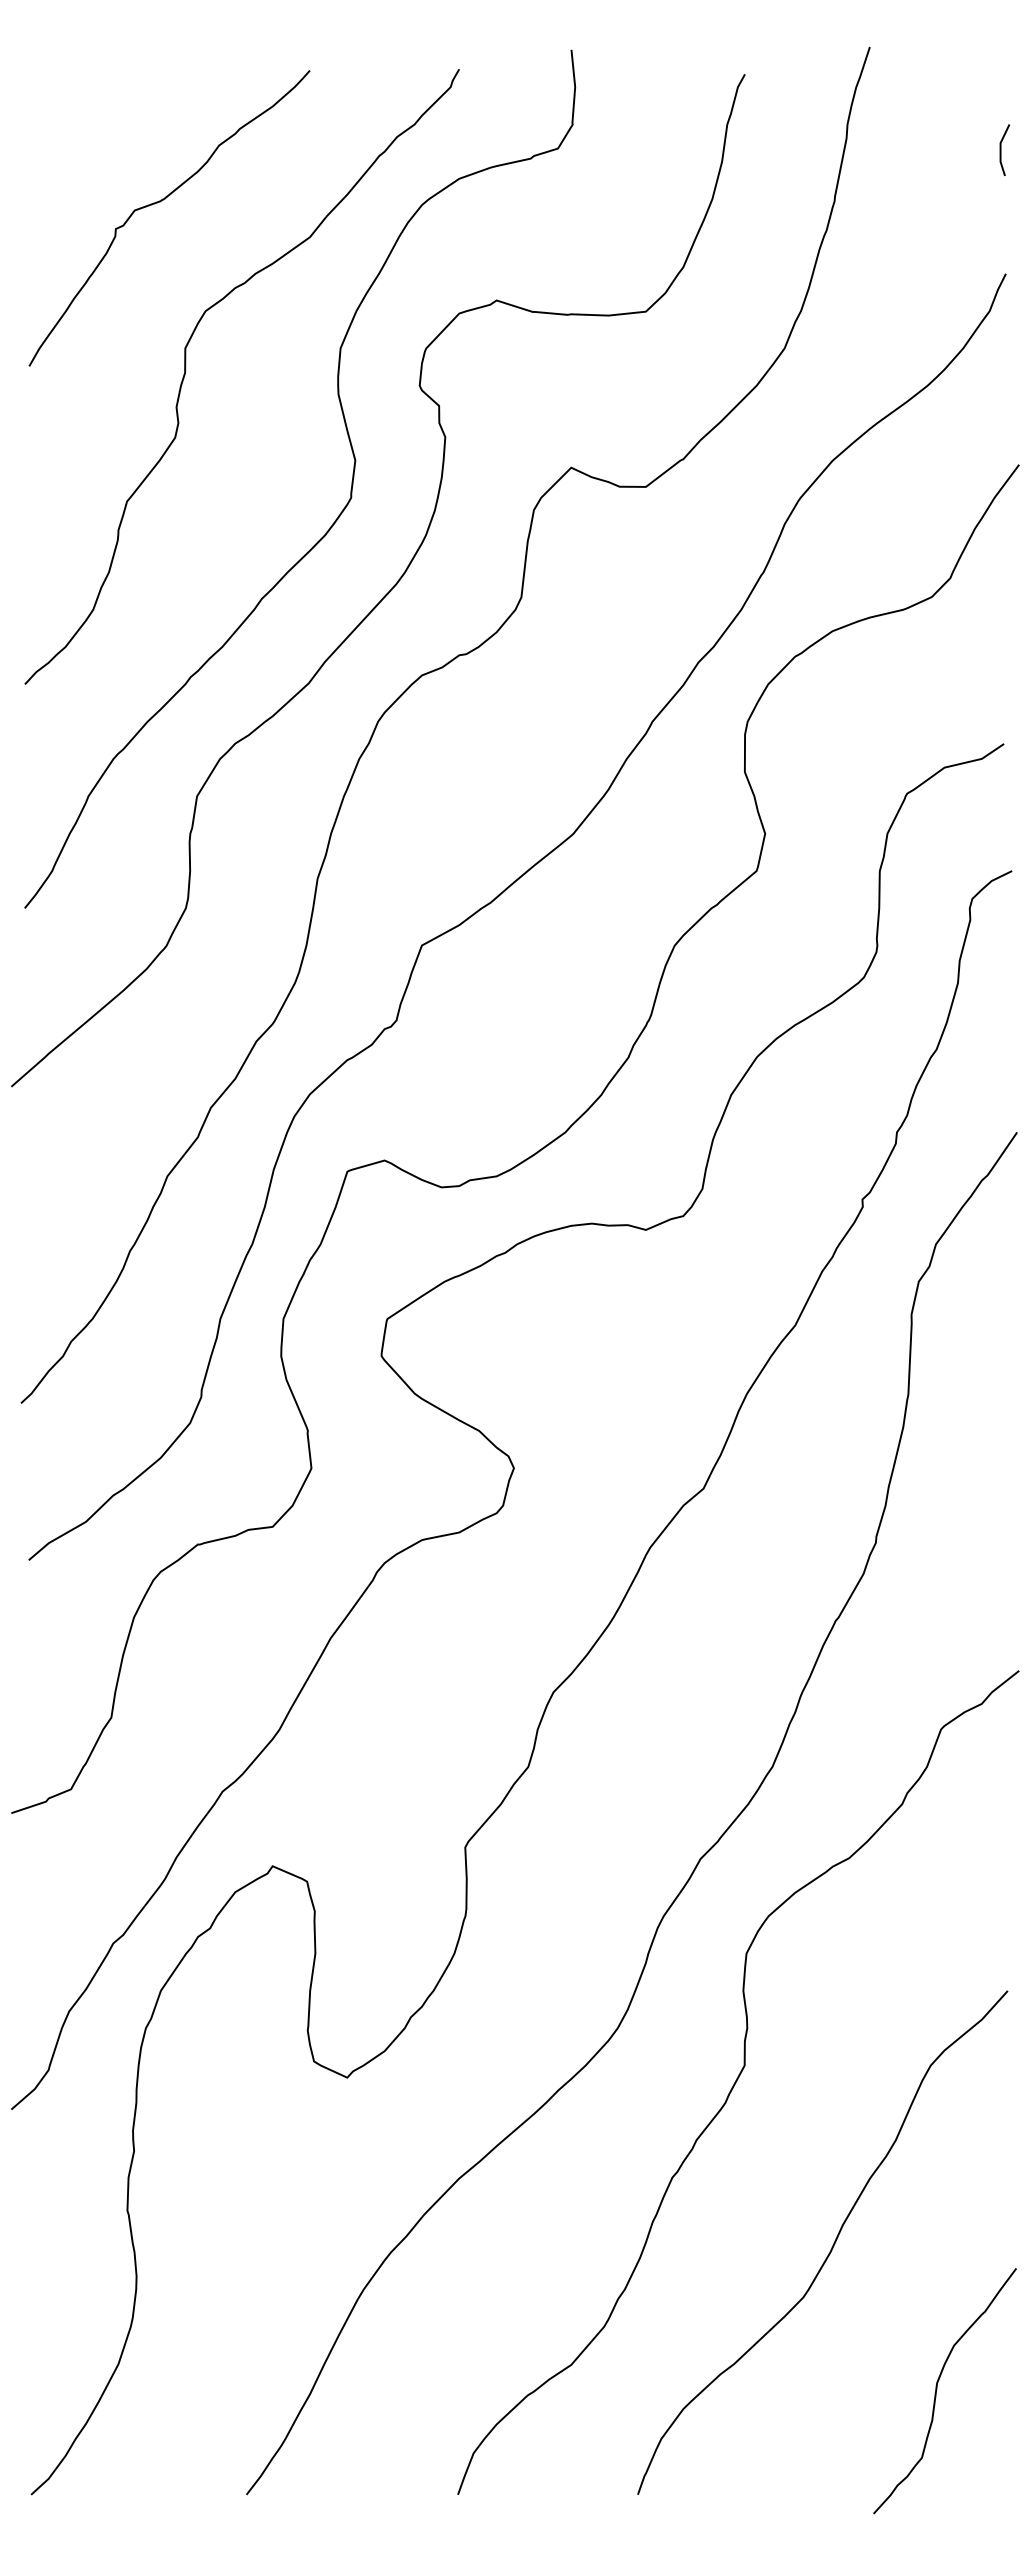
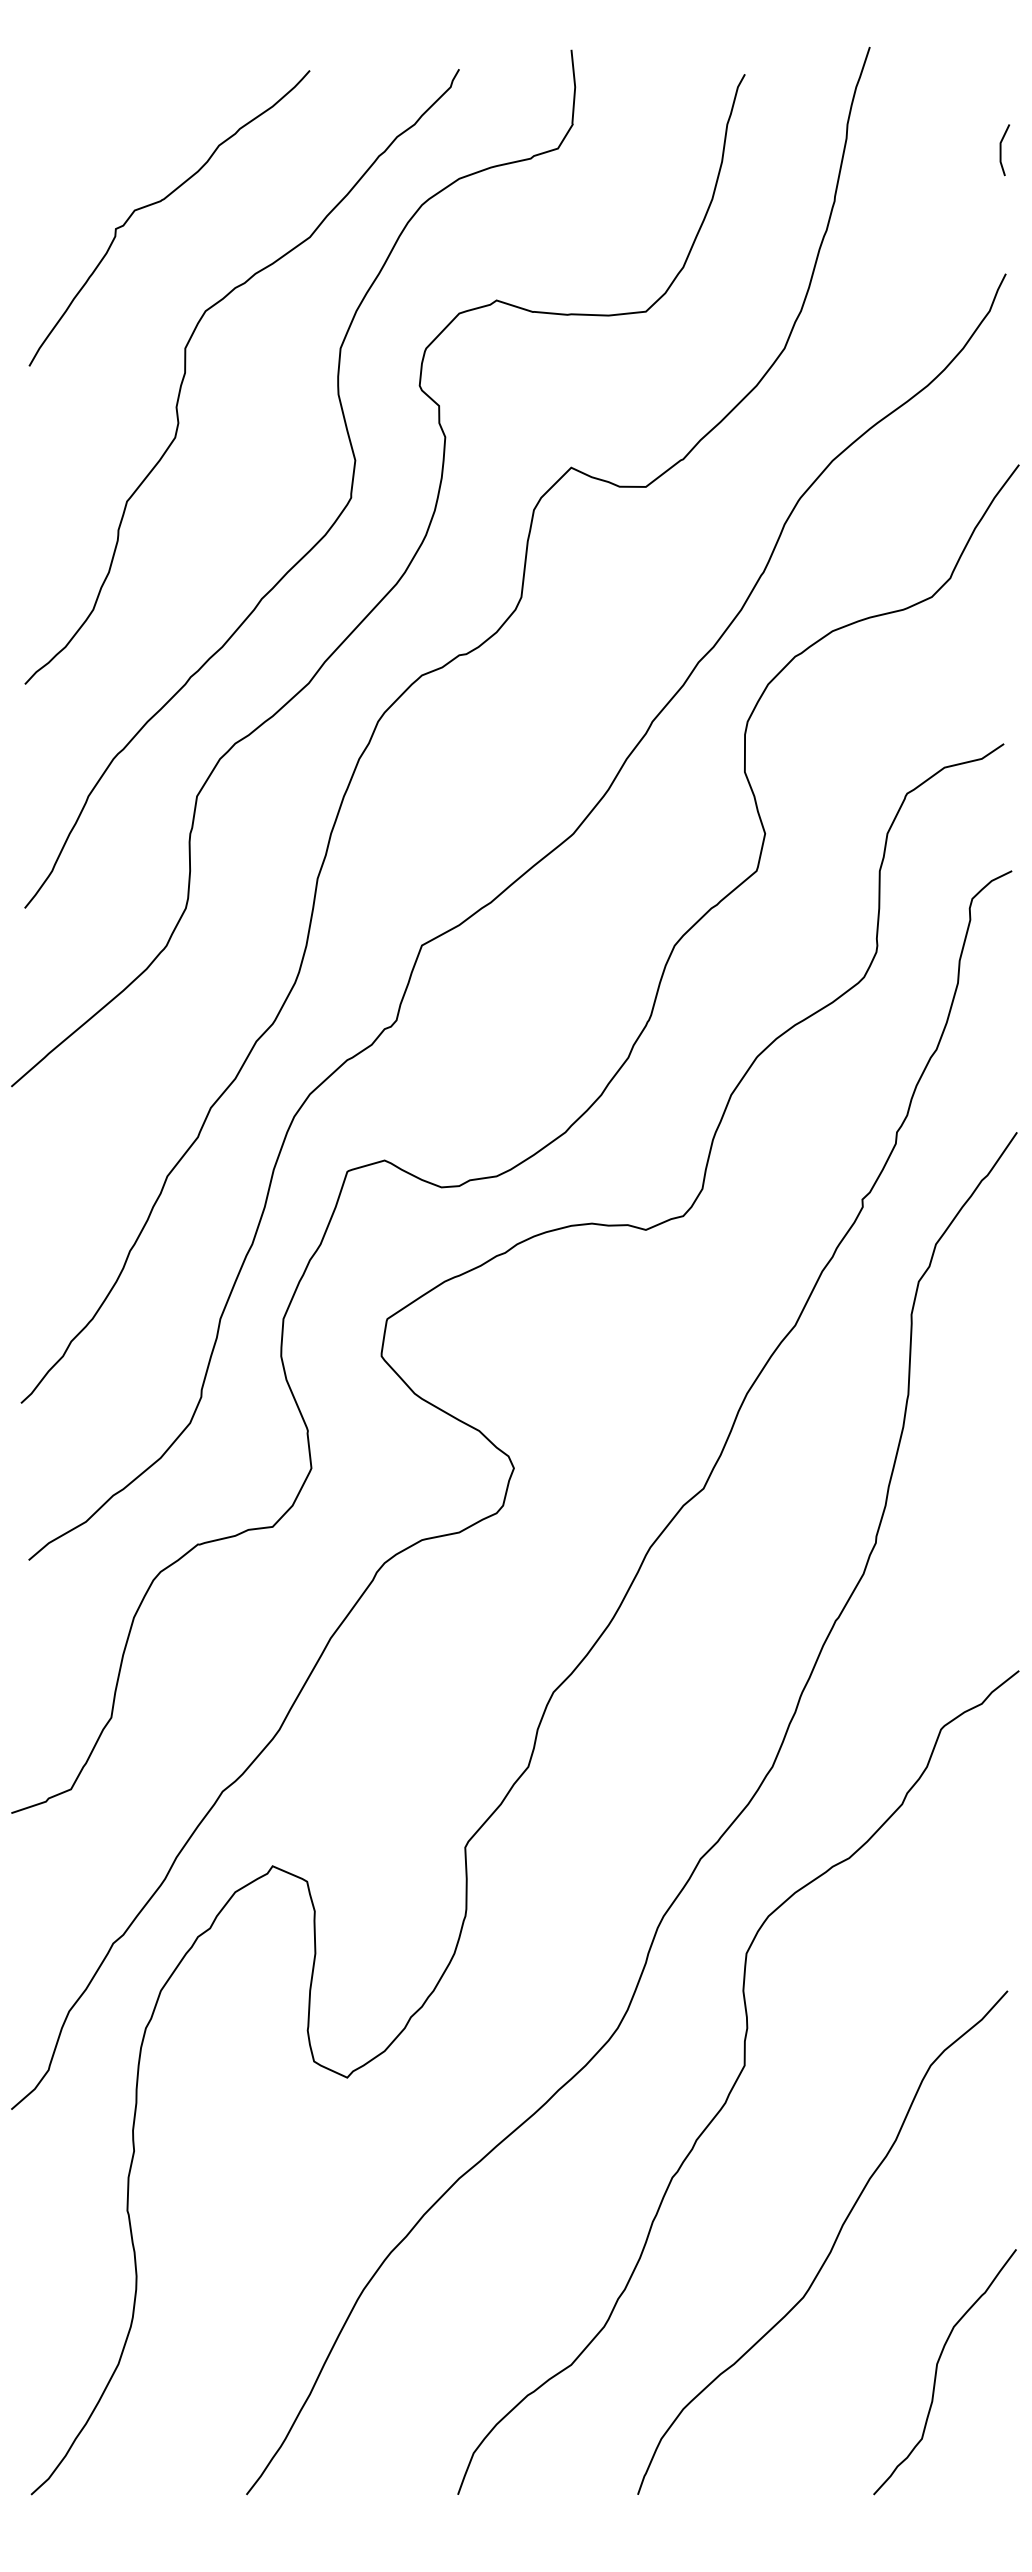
curve at (937, 2390) position: (937, 2390) -> (937, 2371)
